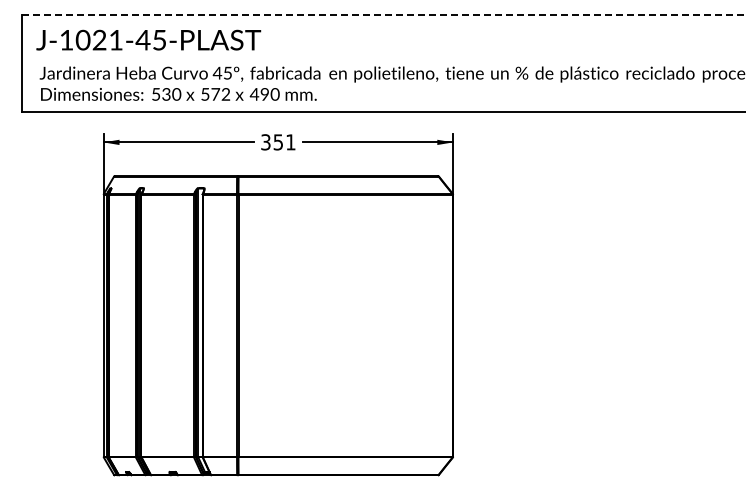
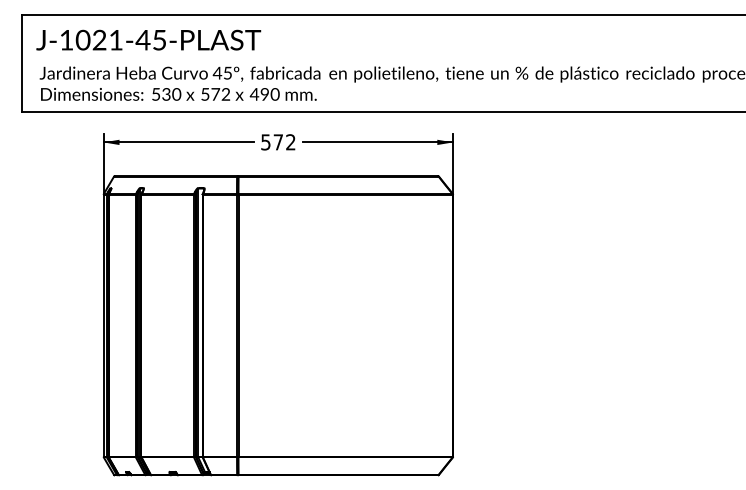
line at (384, 14): dashed -> solid
text at (278, 142): 351 -> 572
